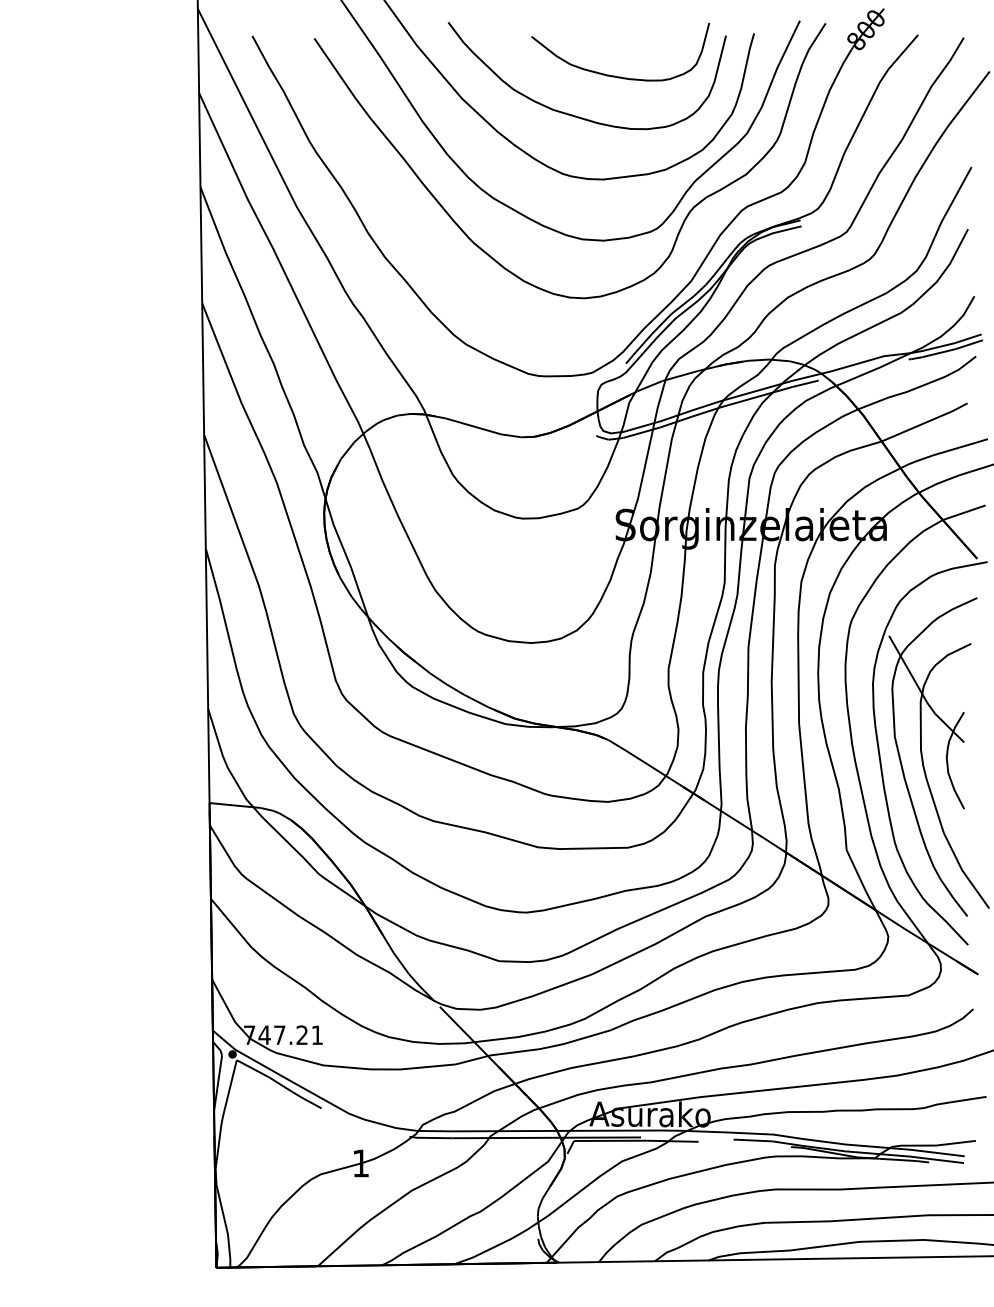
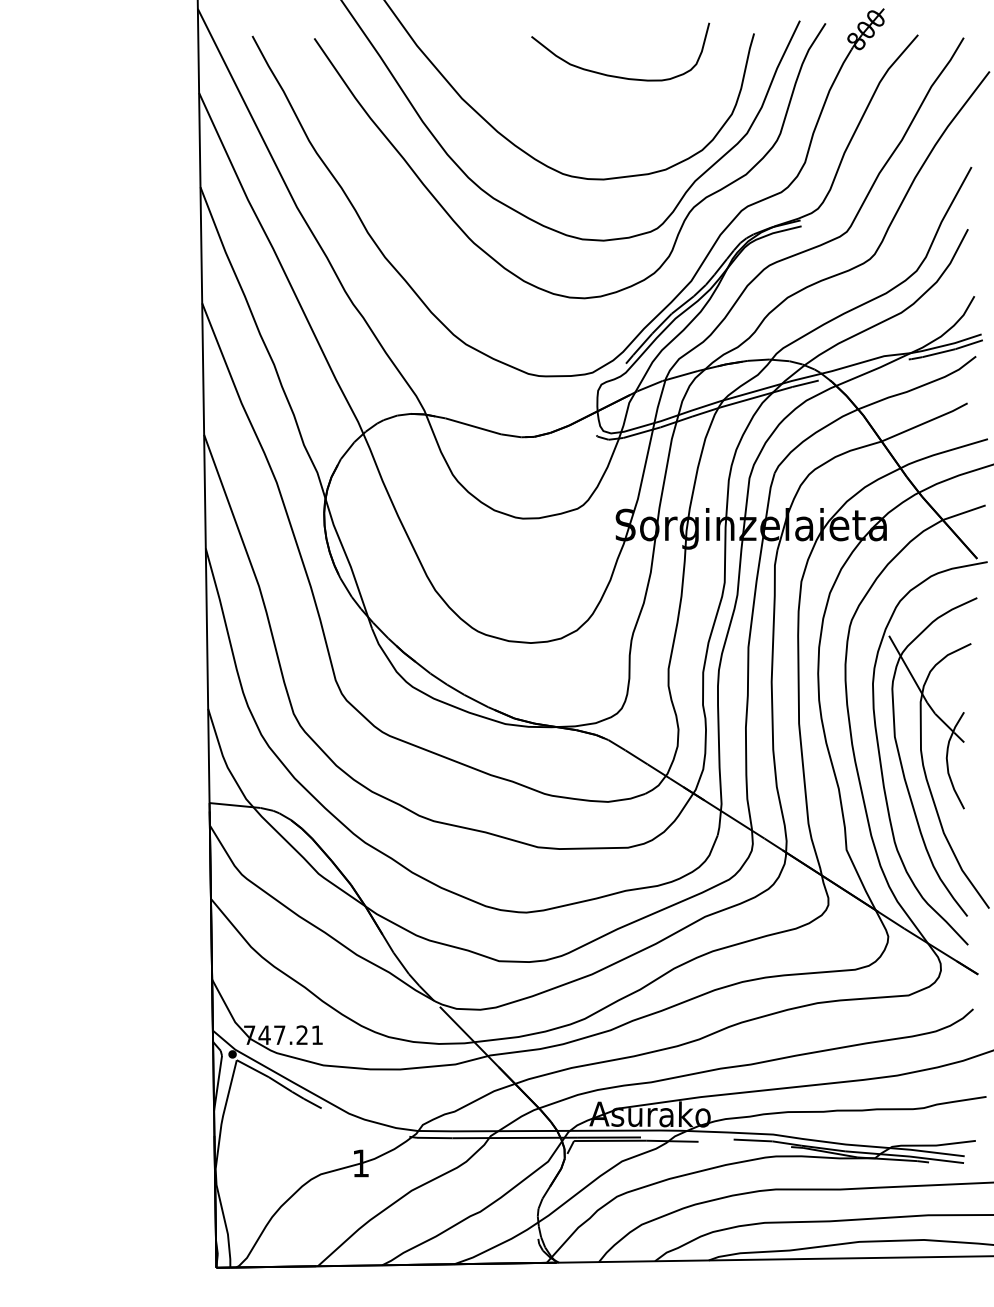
curve at (576, 115): present -> none
